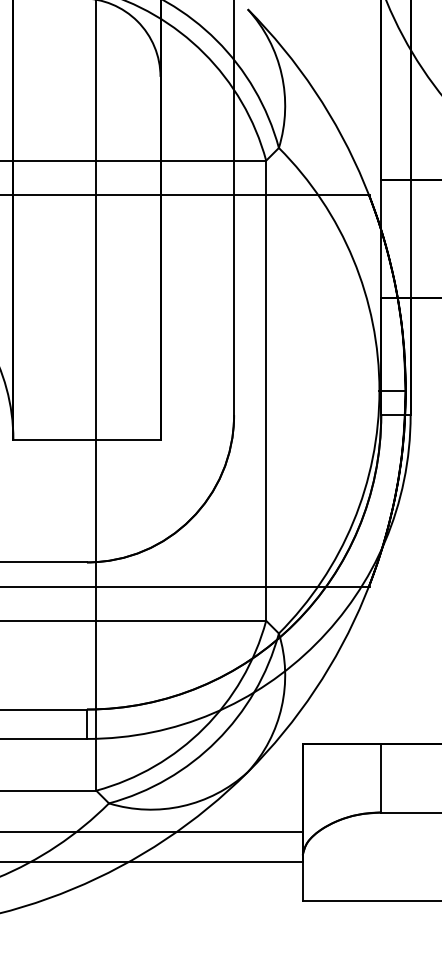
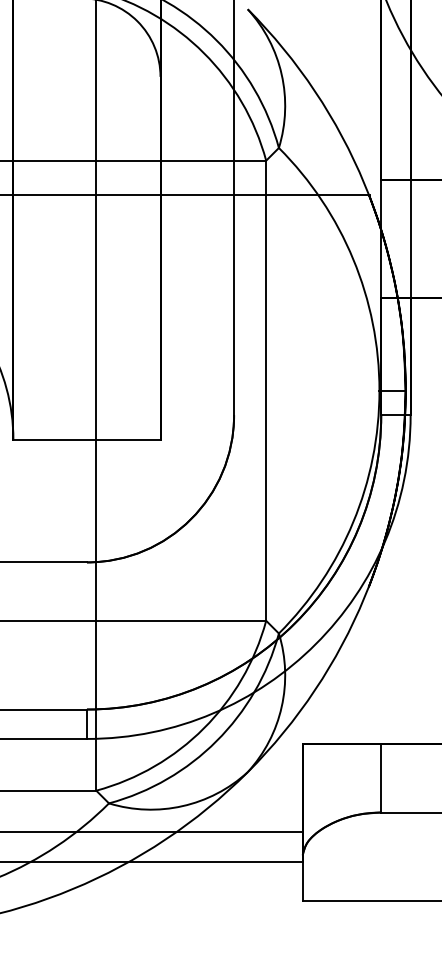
line at (185, 586): present -> none
